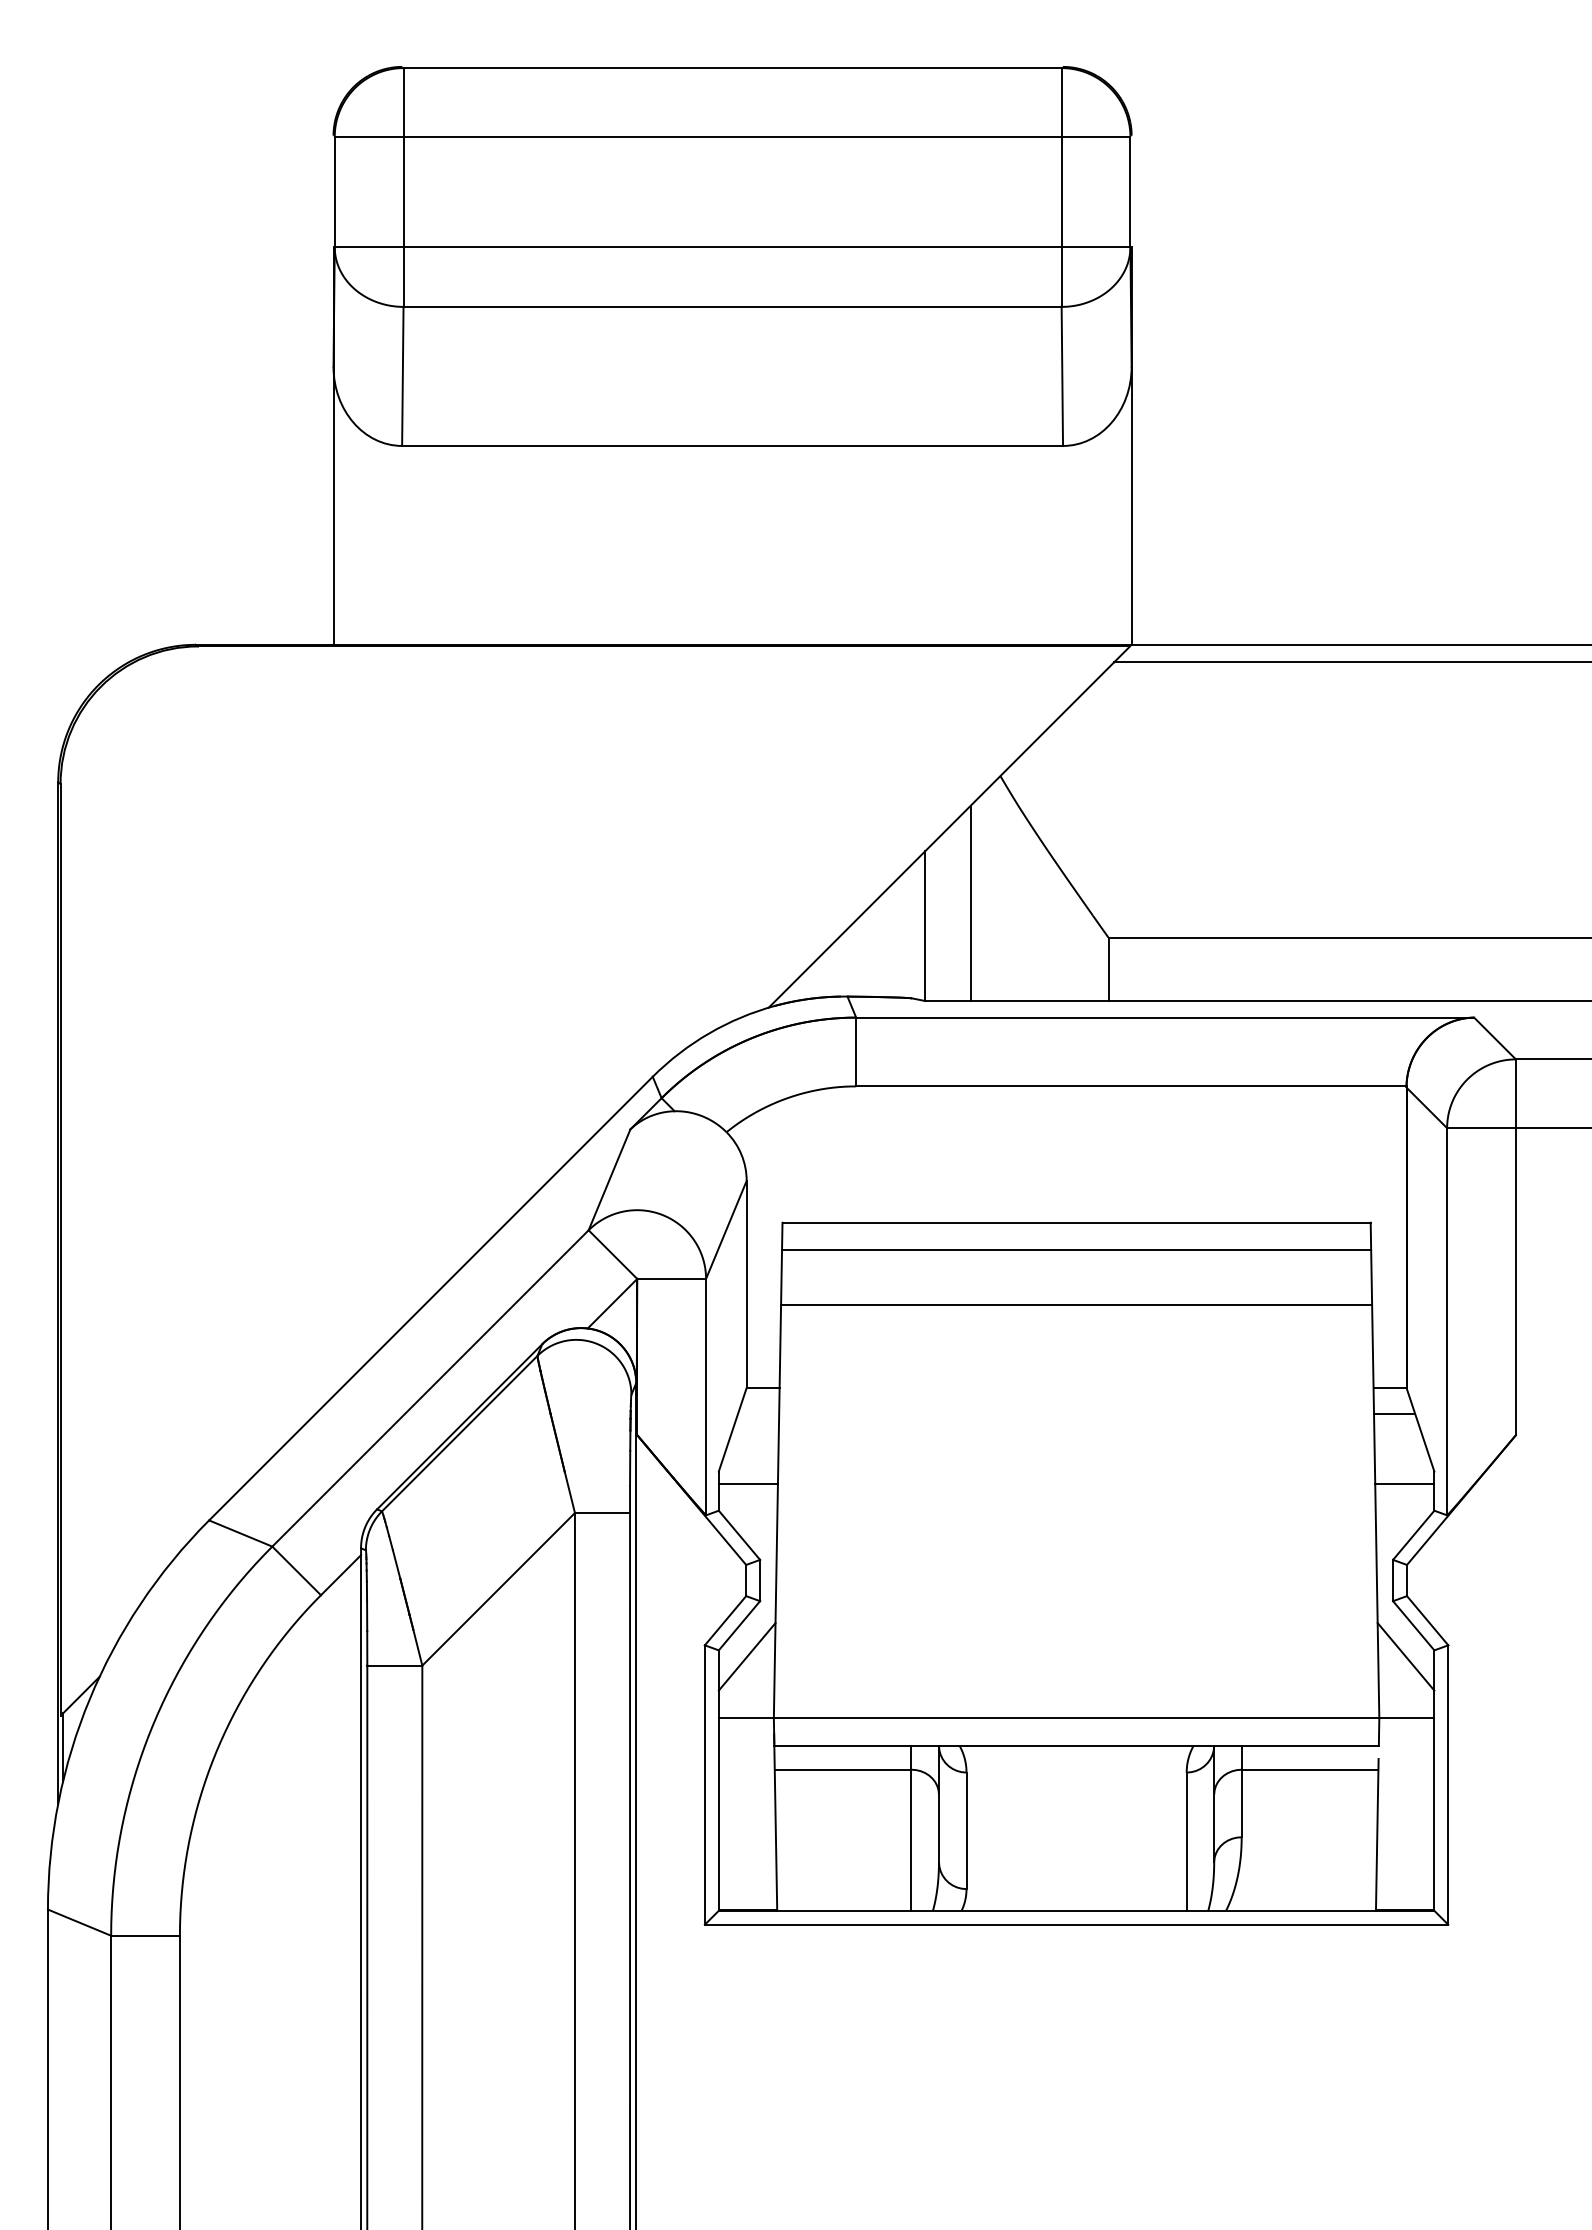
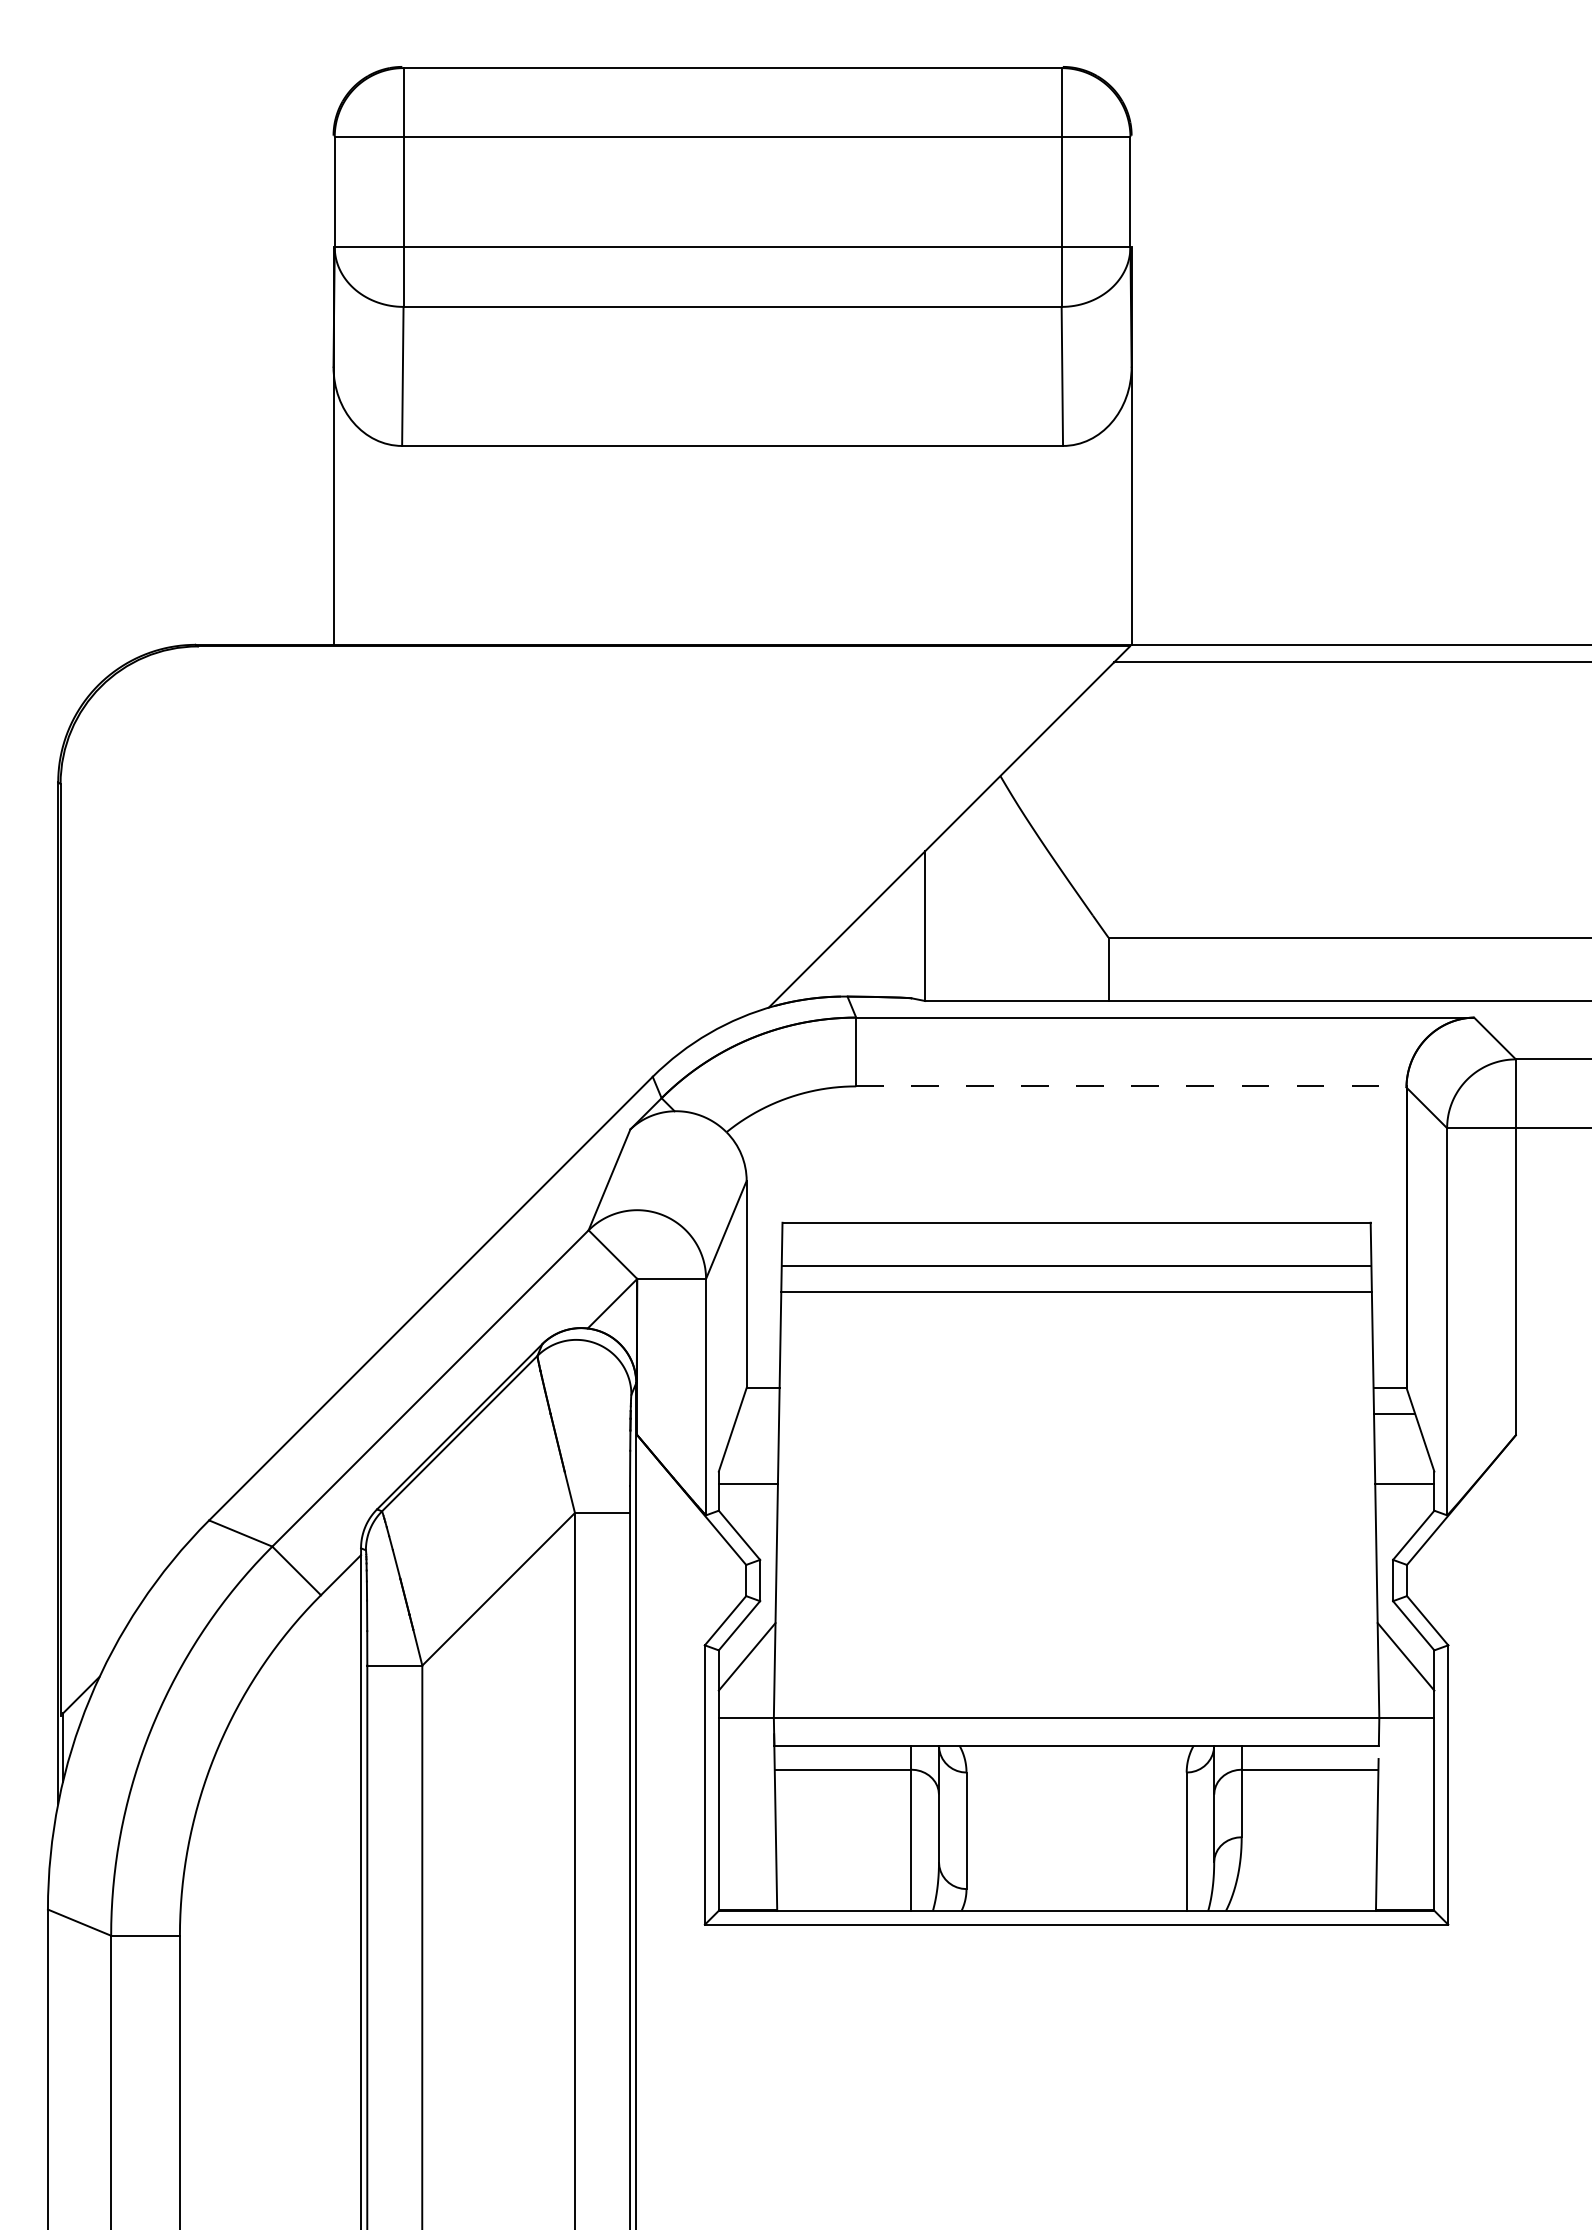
line at (970, 903): present -> none
line at (1131, 1086): solid -> dashed
line at (1076, 1250) position: (1076, 1250) -> (1076, 1266)
line at (1076, 1304) position: (1076, 1304) -> (1076, 1291)
